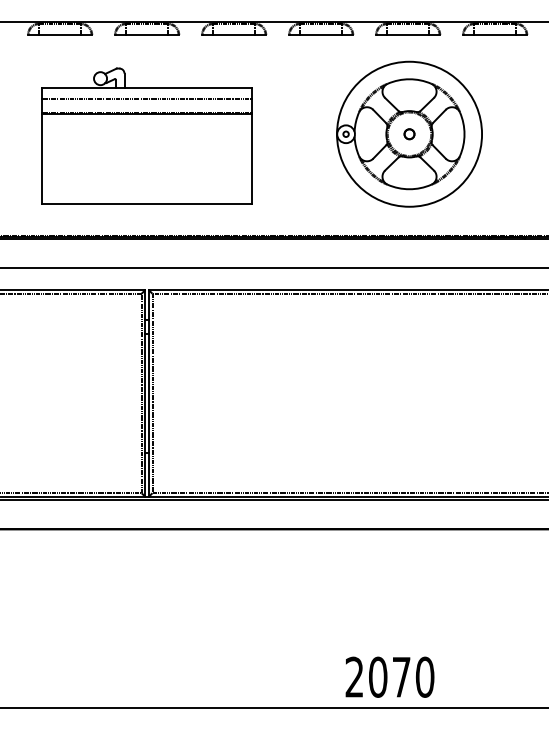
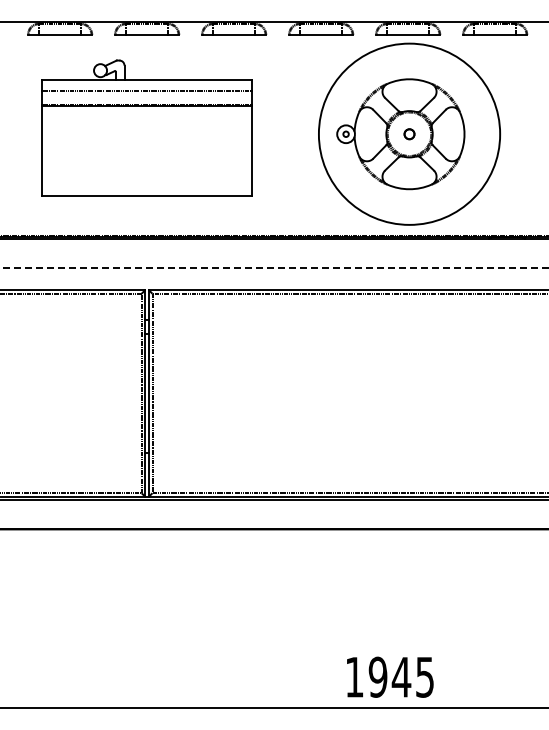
circle at (409, 133) diameter: 145 px -> 181 px
part at (146, 135) position: (146, 135) -> (146, 127)
line at (273, 268): solid -> dashed
text at (389, 676): 2070 -> 1945
